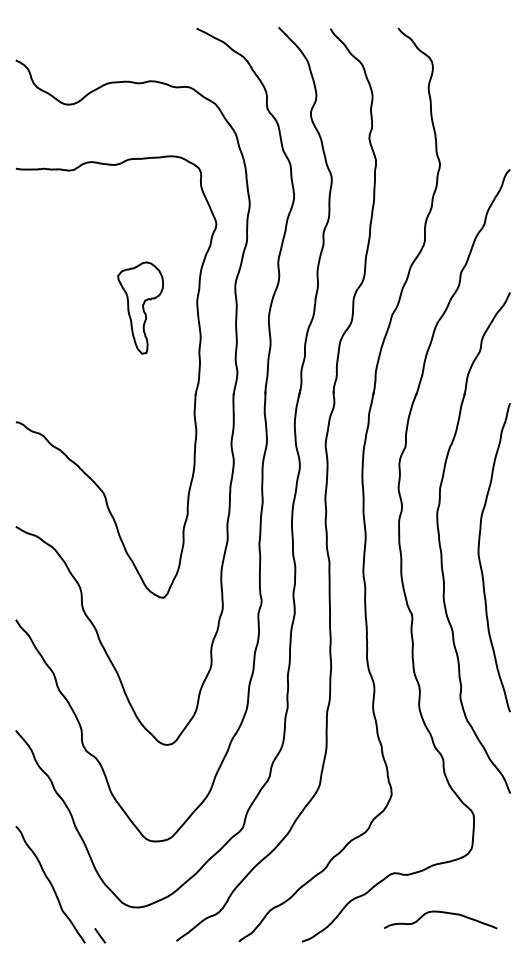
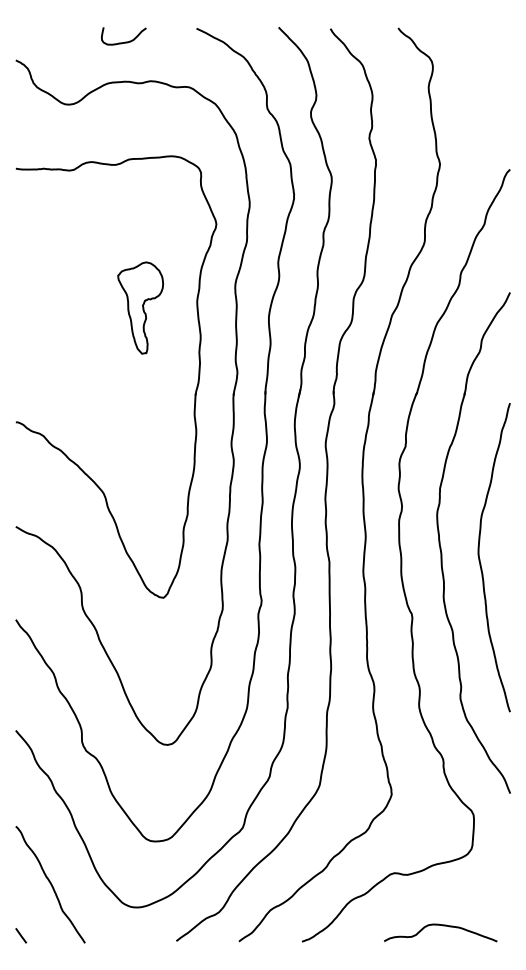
curve at (124, 41): none -> present
curve at (442, 913) position: (442, 913) -> (442, 926)
line at (100, 935) position: (100, 935) -> (21, 935)
